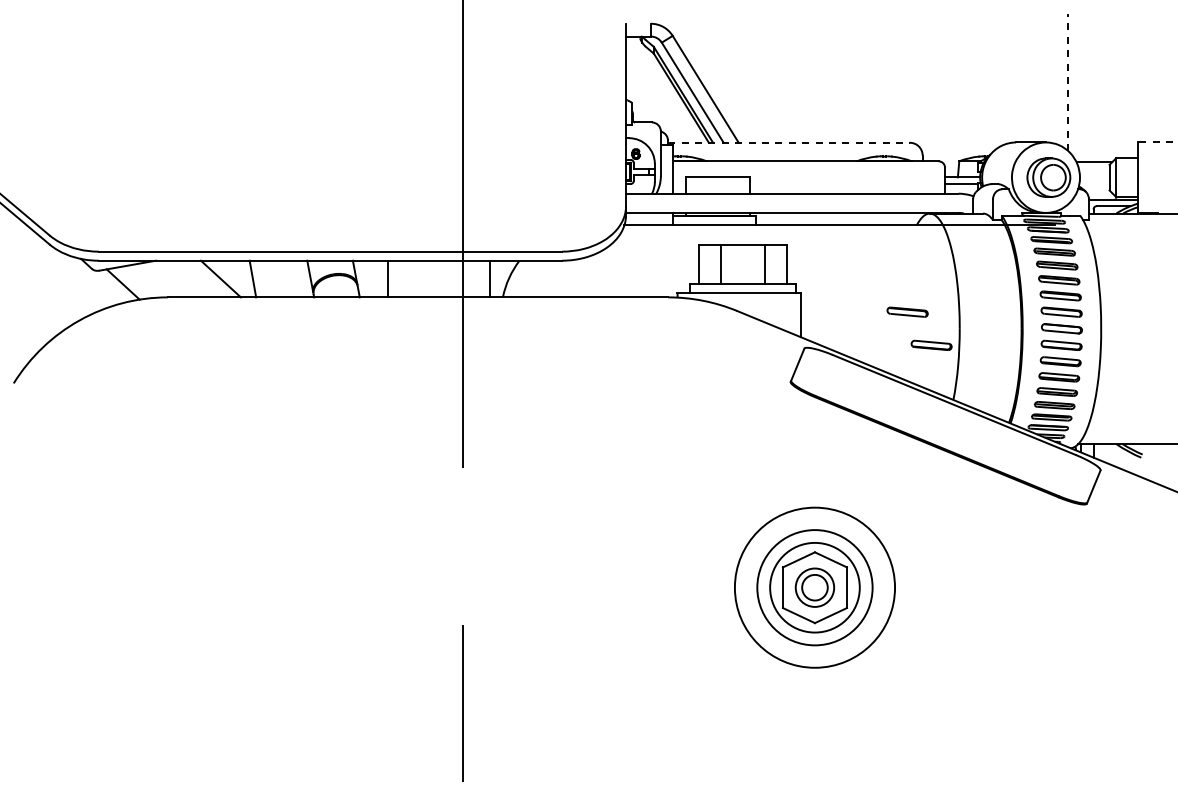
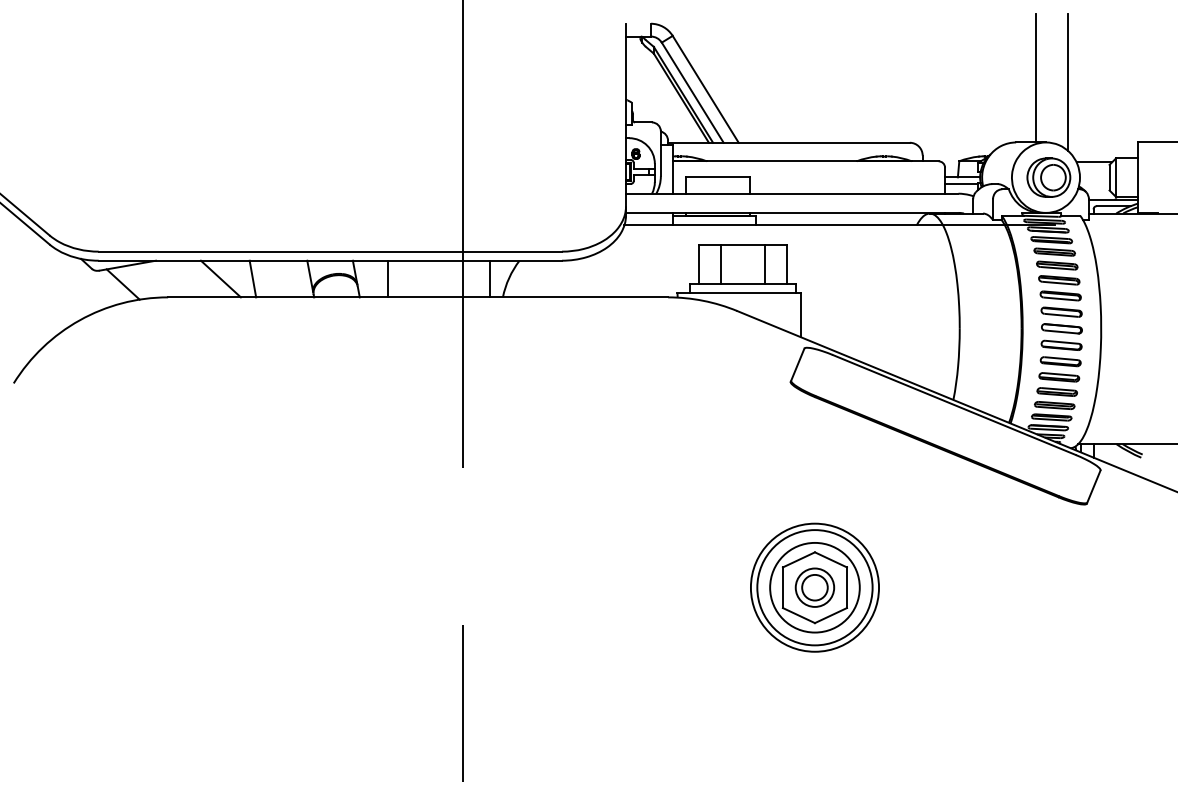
line at (1035, 78): none -> present
line at (1067, 82): dashed -> solid
line at (788, 142): dashed -> solid
line at (1157, 142): dashed -> solid
part at (907, 311): present -> none
part at (931, 344): present -> none
circle at (814, 587) diameter: 160 px -> 128 px
